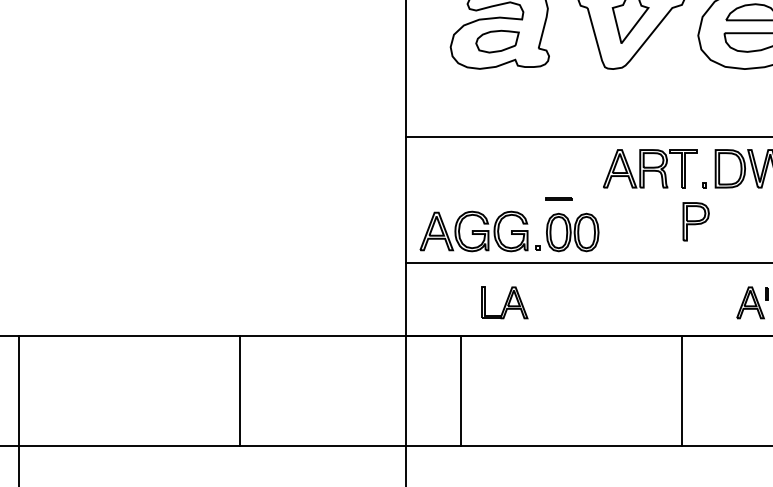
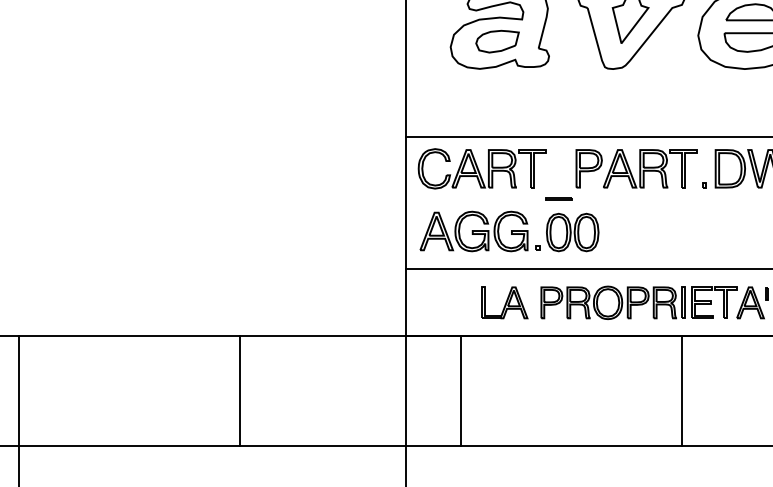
part at (481, 168): none -> present
part at (695, 221) position: (695, 221) -> (588, 168)
line at (587, 263) position: (587, 263) -> (587, 269)
part at (638, 302): none -> present
